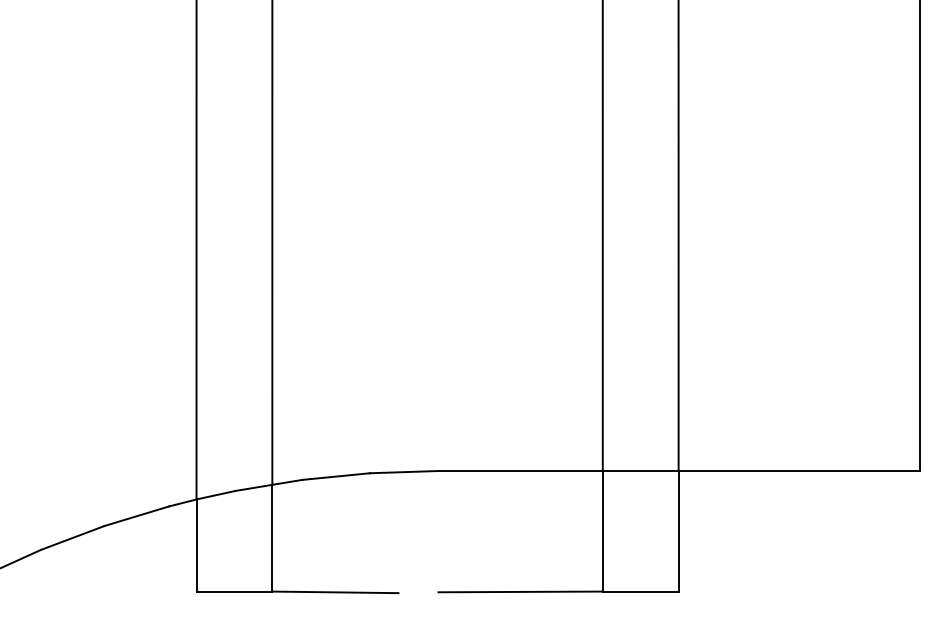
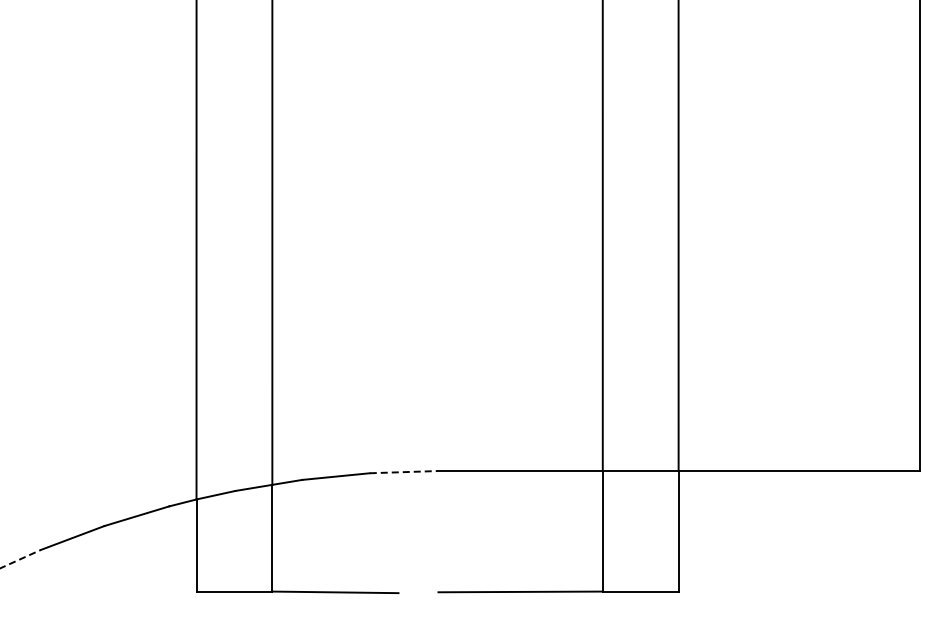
line at (403, 472): solid -> dashed
line at (20, 559): solid -> dashed
